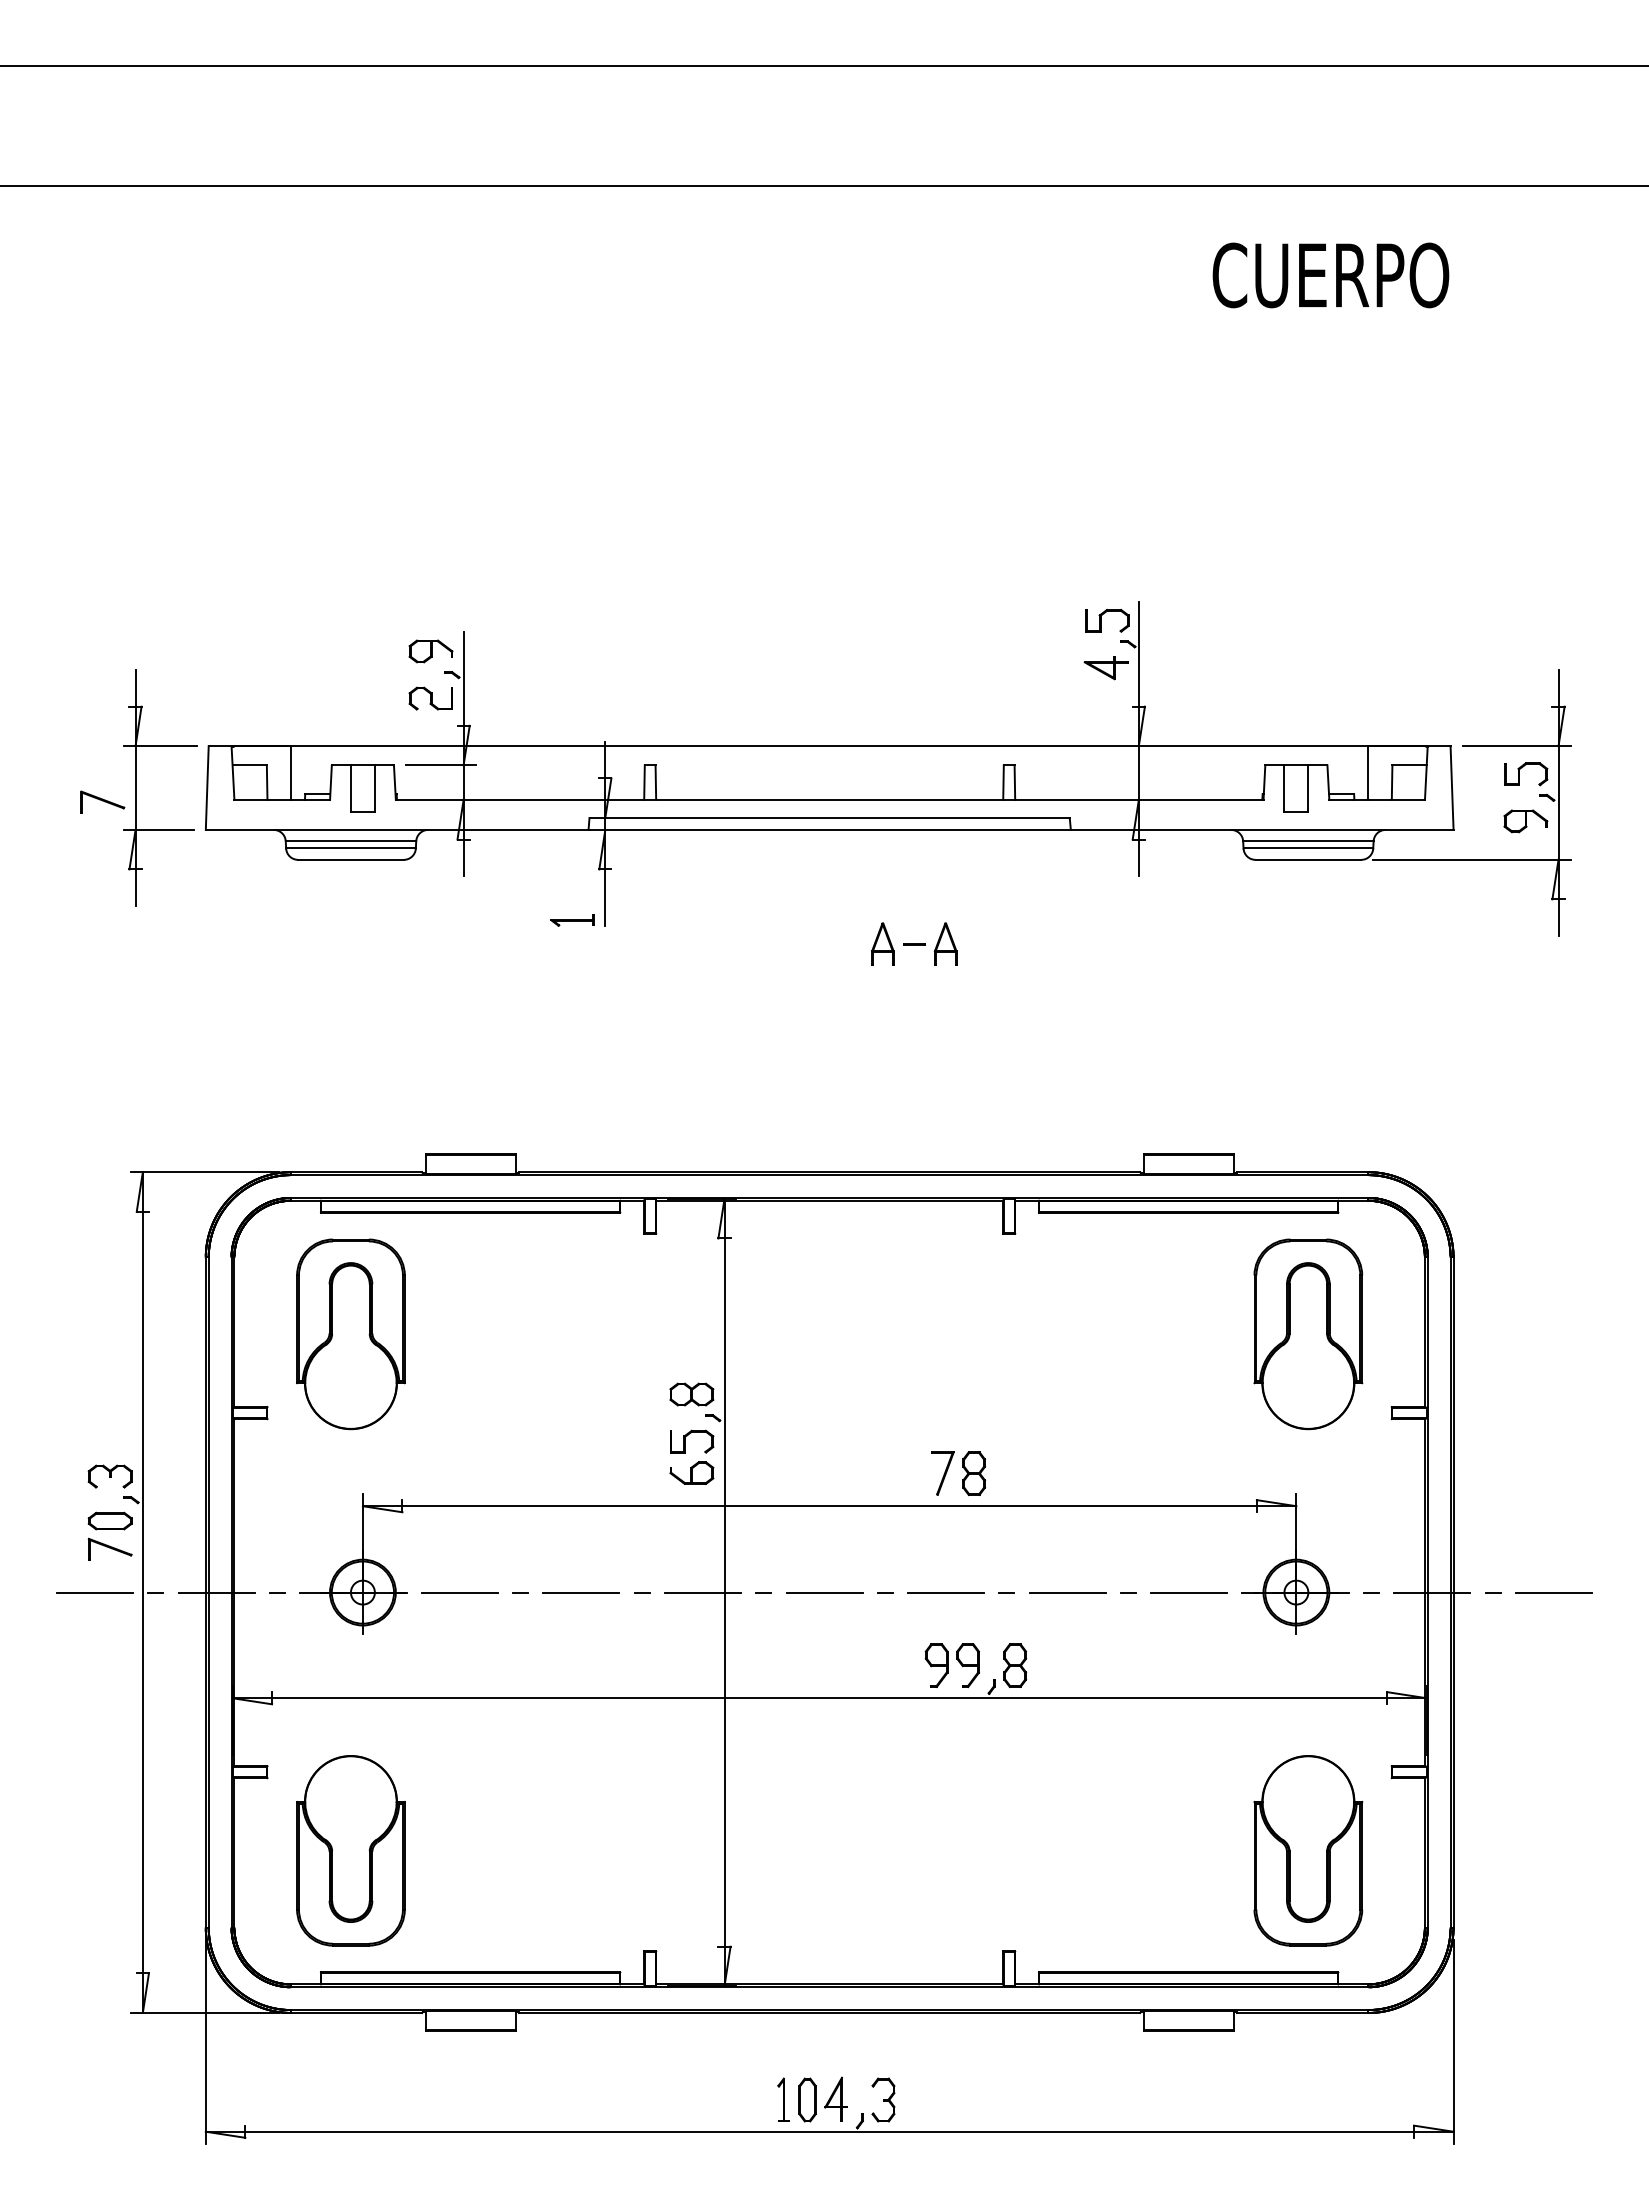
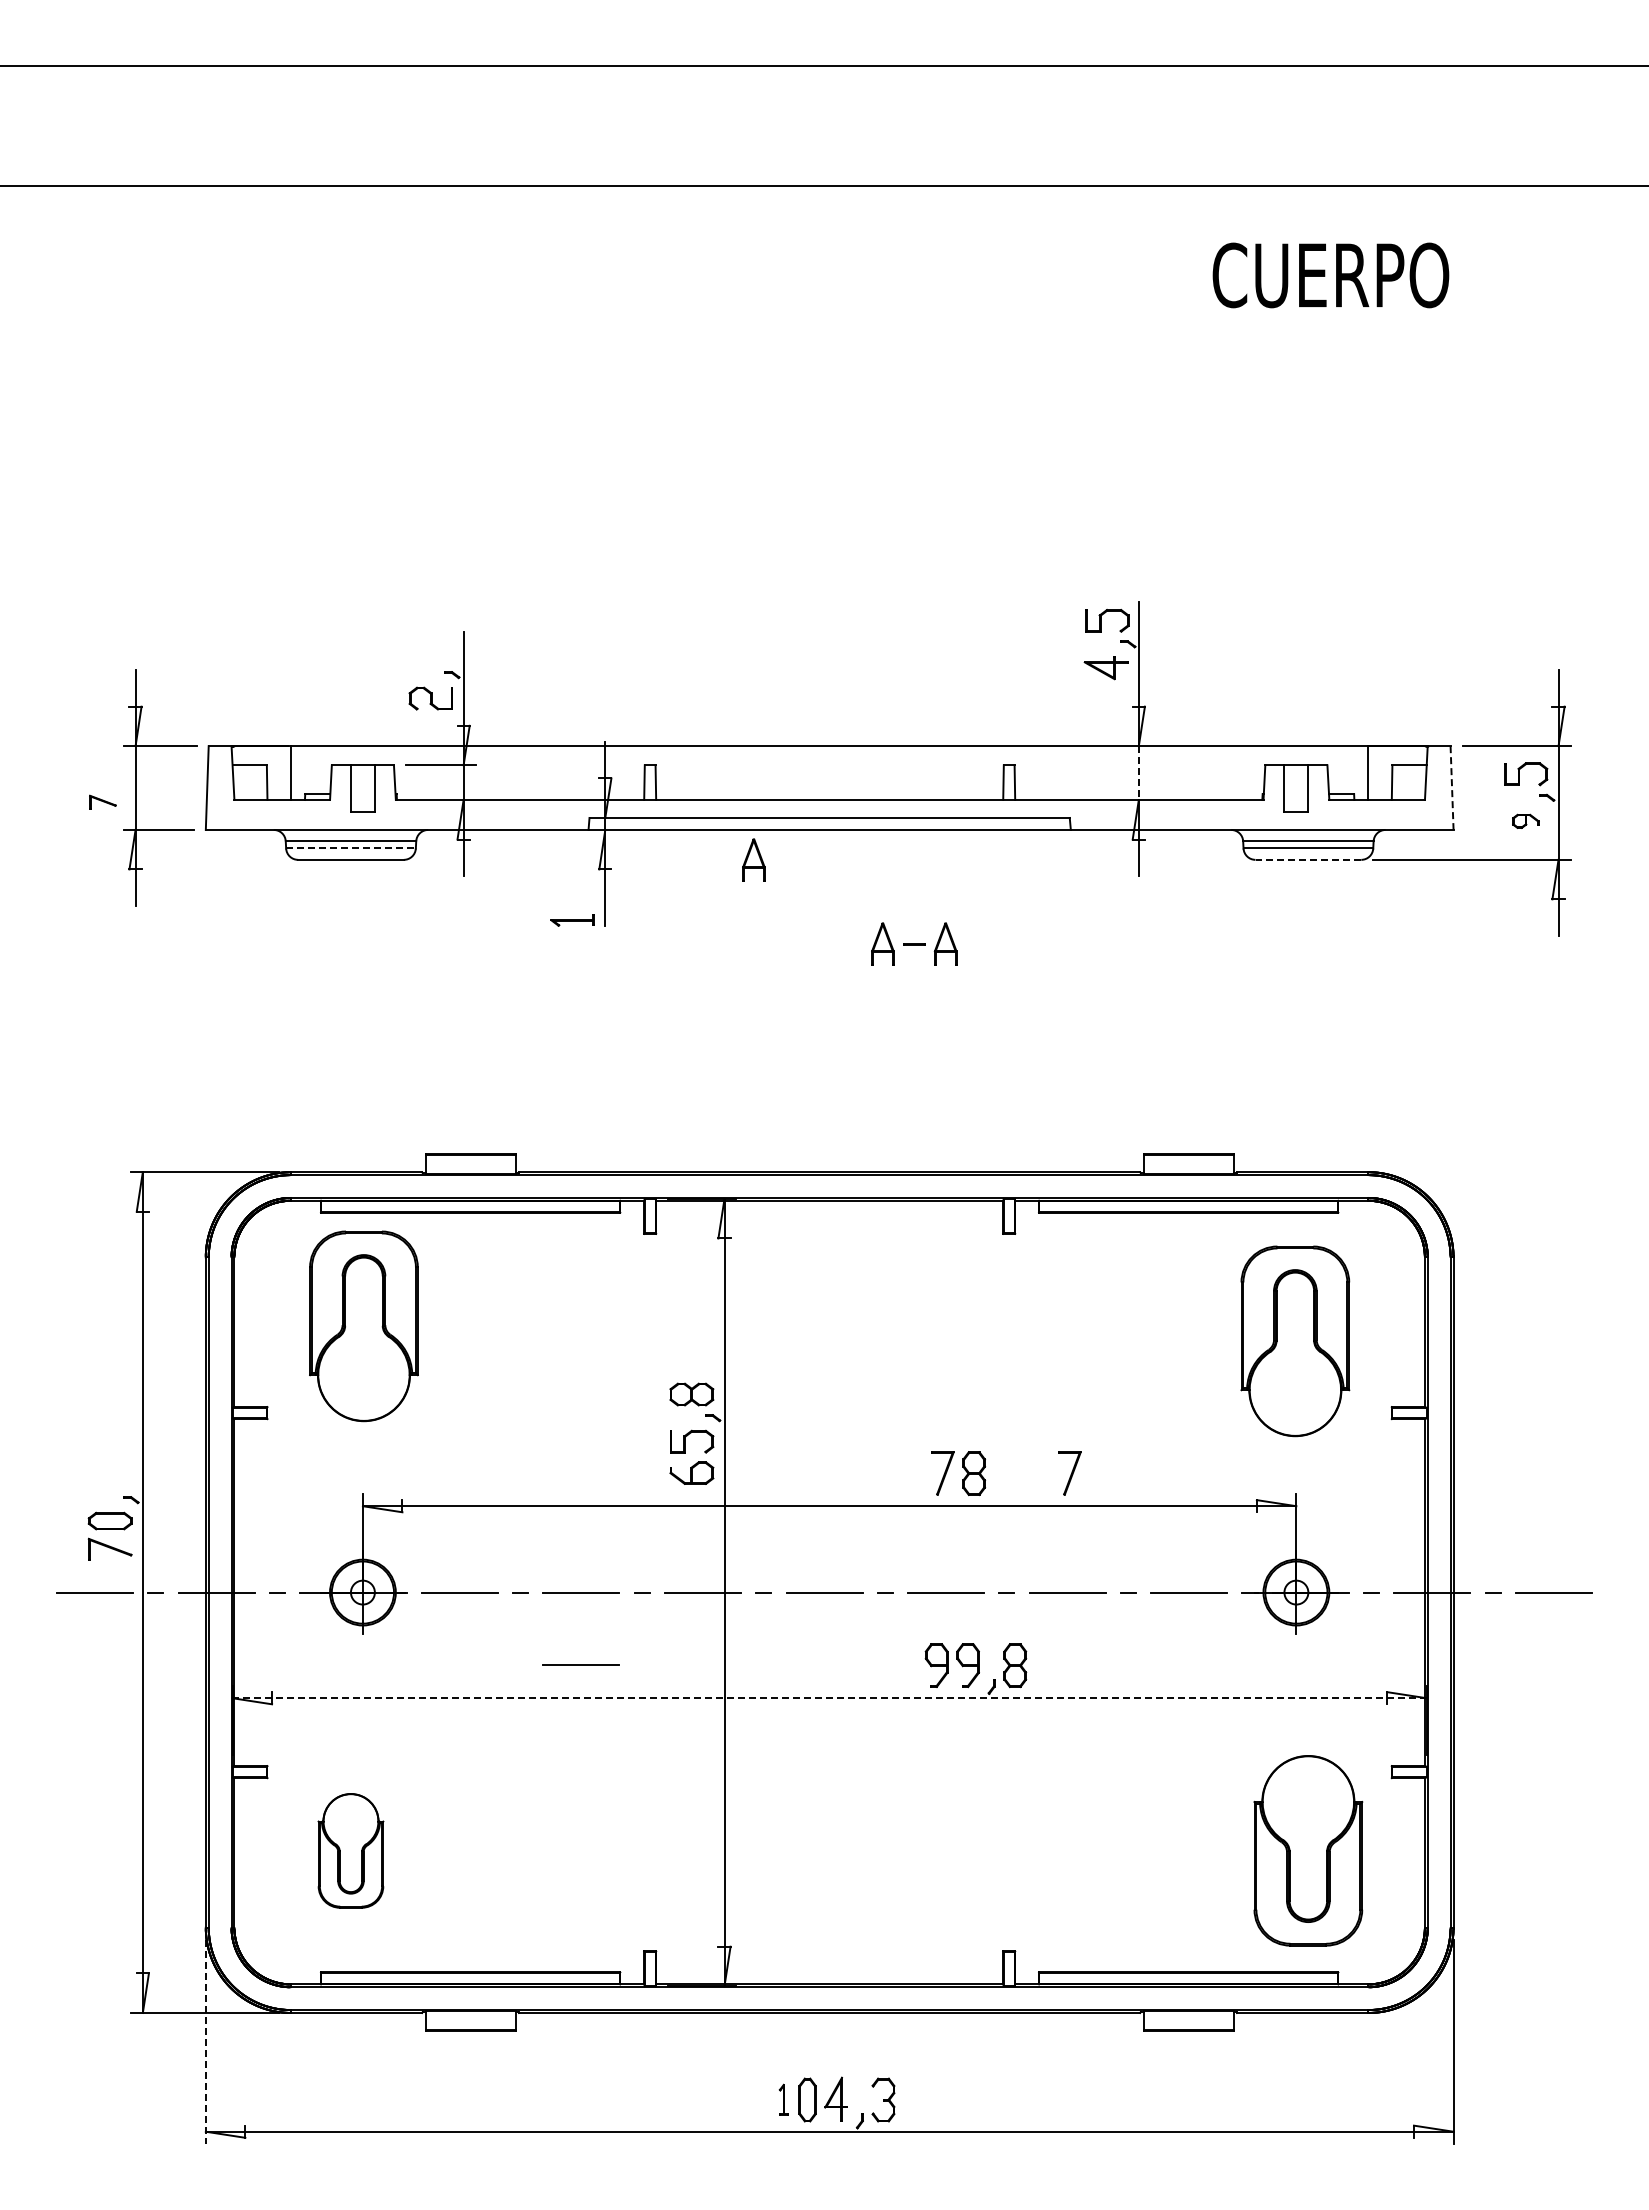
part at (430, 651): present -> none
line at (1138, 773): solid -> dashed
line at (1452, 788): solid -> dashed
part at (102, 801) size: 46x24 px -> 28x16 px
part at (1525, 821) size: 46x25 px -> 28x16 px
line at (351, 848): solid -> dashed
part at (753, 859): none -> present
line at (1308, 859): solid -> dashed
part at (350, 1334) position: (350, 1334) -> (363, 1326)
part at (1308, 1334) position: (1308, 1334) -> (1295, 1341)
part at (1069, 1473): none -> present
part at (109, 1476): present -> none
line at (580, 1664): none -> present
line at (829, 1698): solid -> dashed
part at (350, 1850) size: 110x192 px -> 68x116 px
line at (205, 2042): solid -> dashed
part at (783, 2099) size: 13x45 px -> 11x33 px
